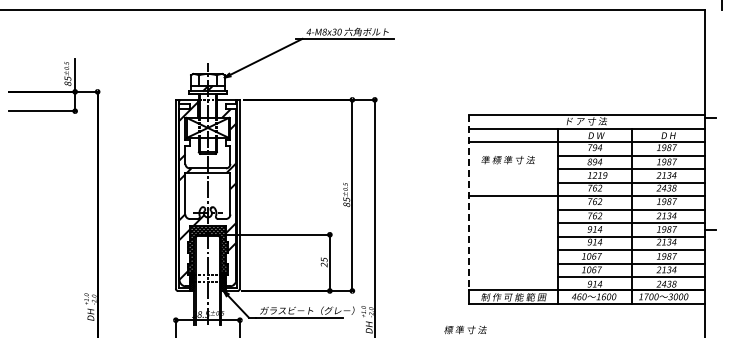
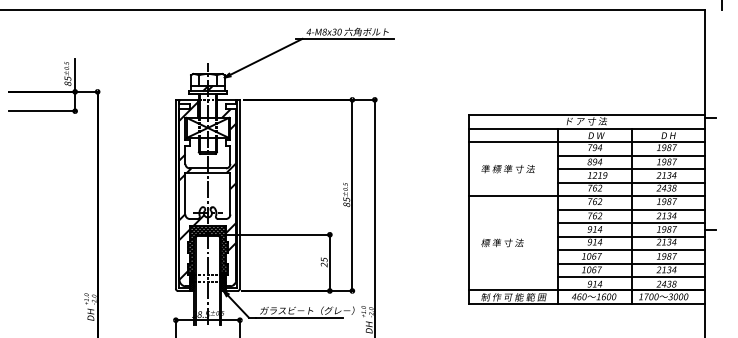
text at (507, 160) position: (507, 160) -> (507, 169)
line at (468, 202): dashed -> solid
text at (465, 329) position: (465, 329) -> (502, 242)
